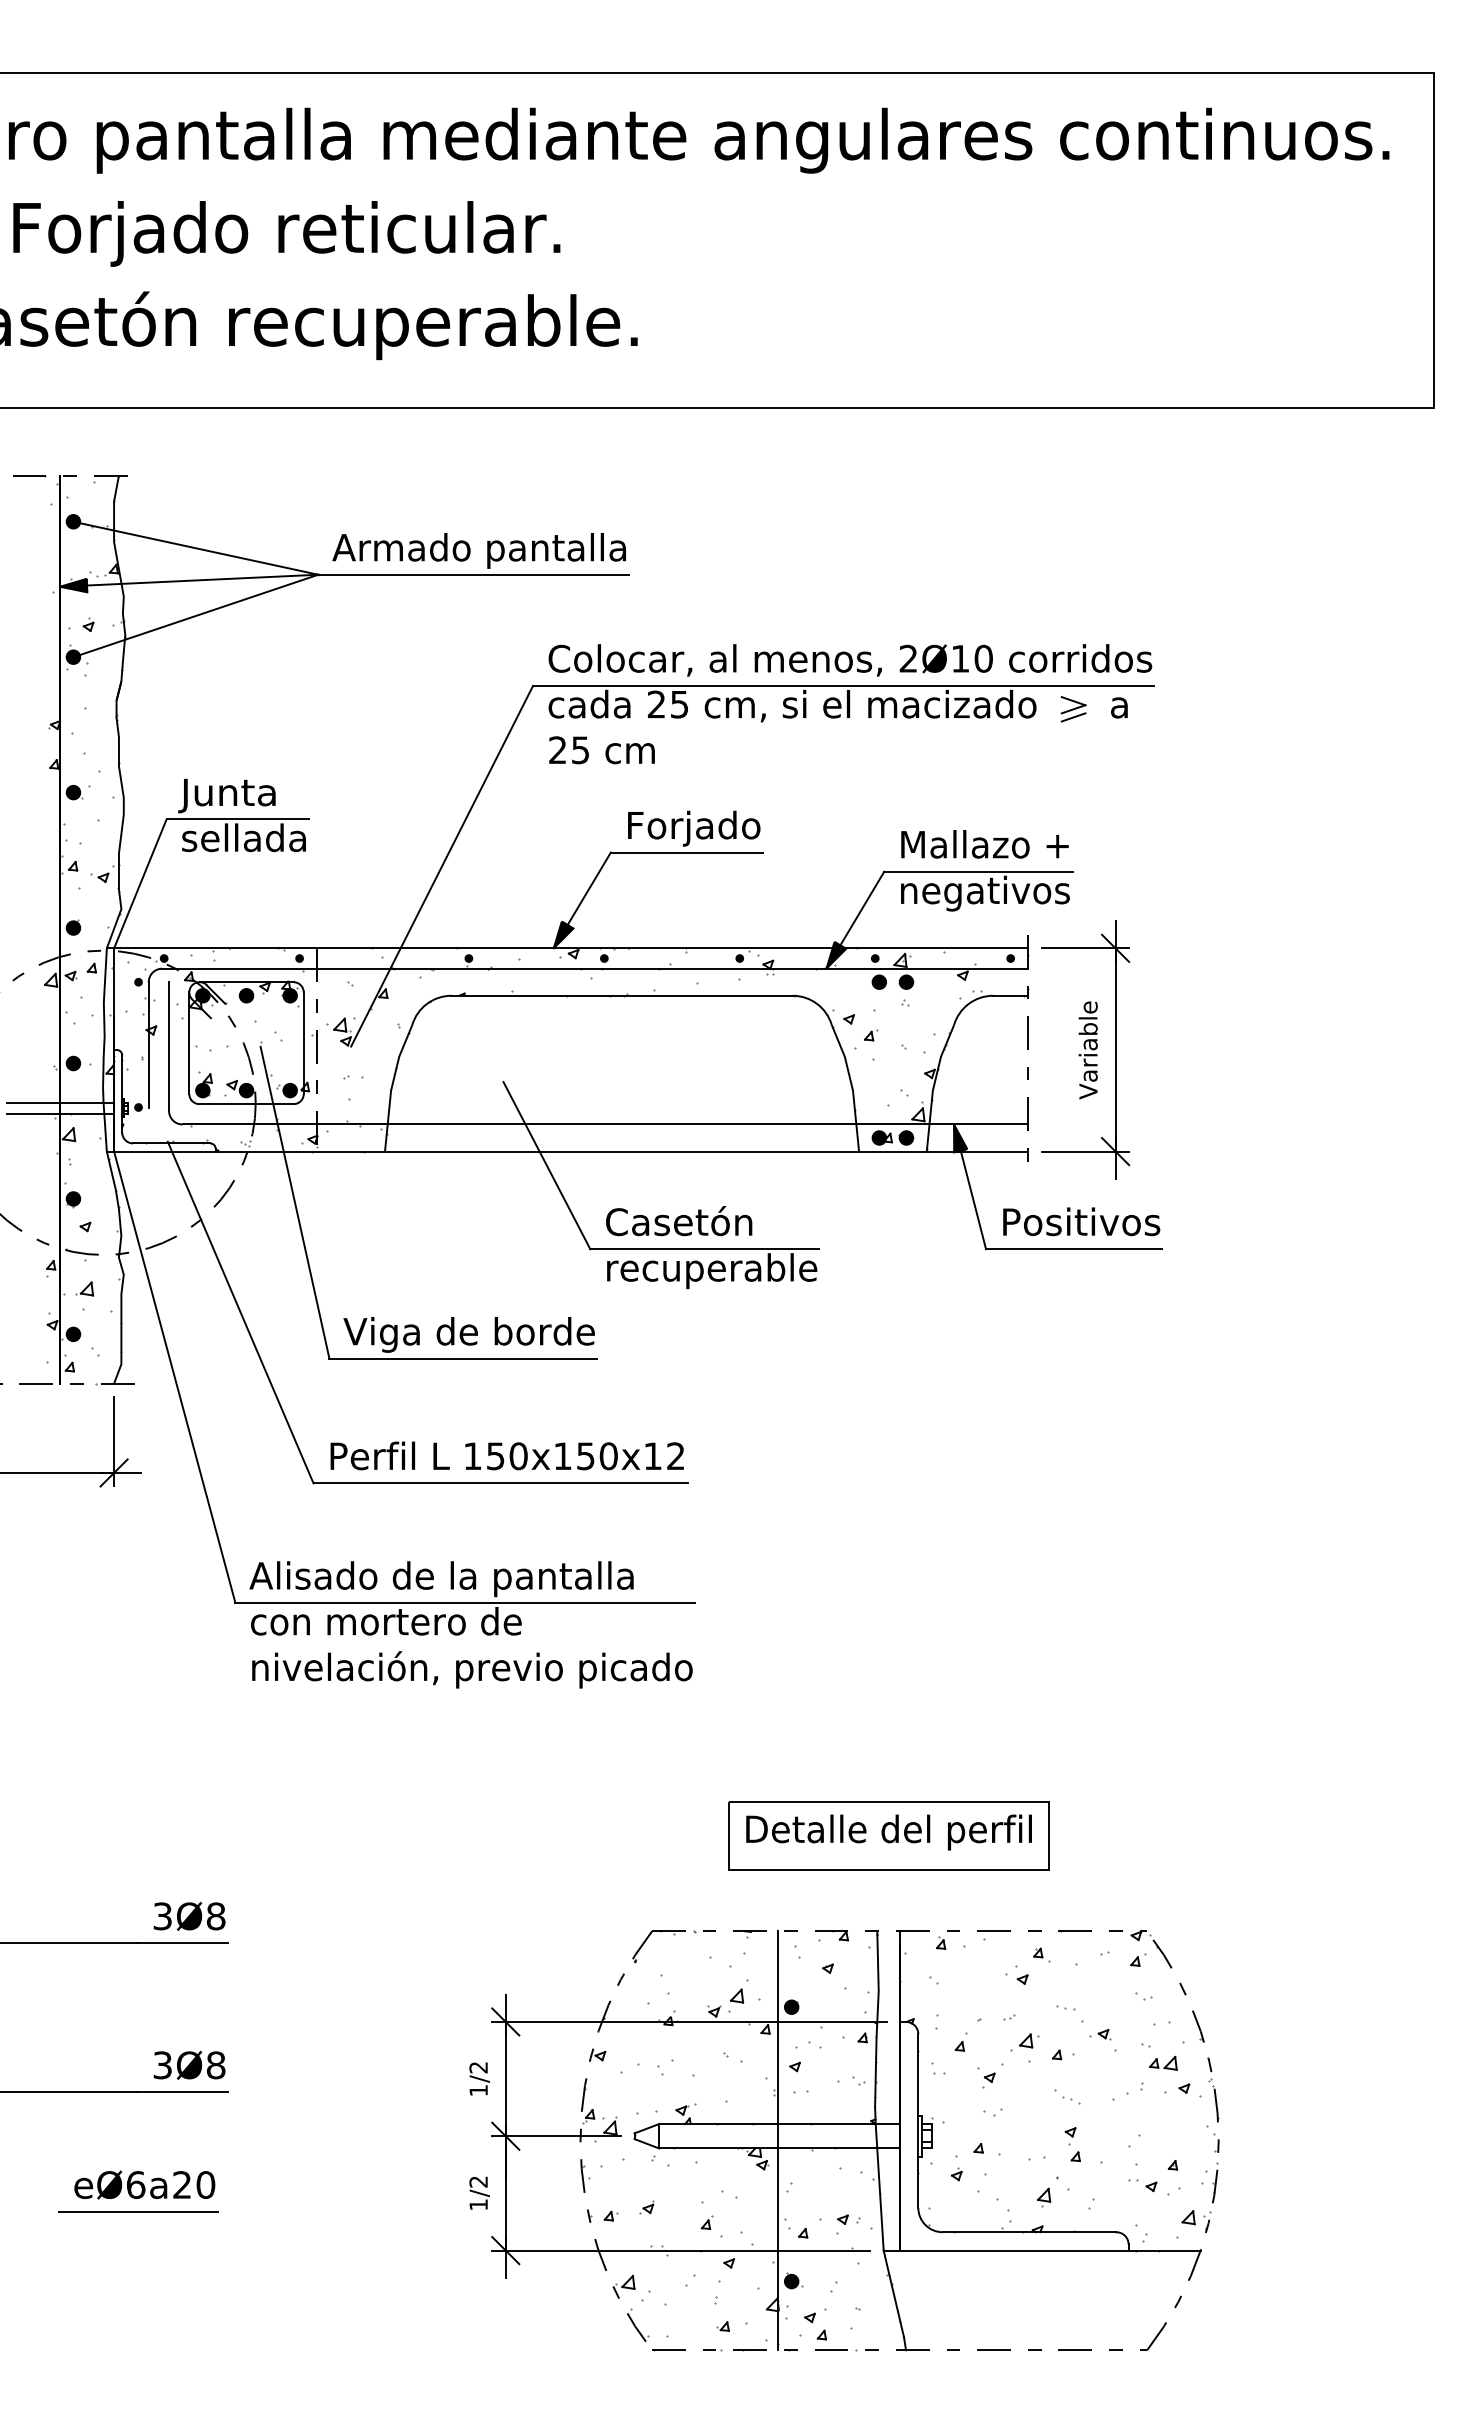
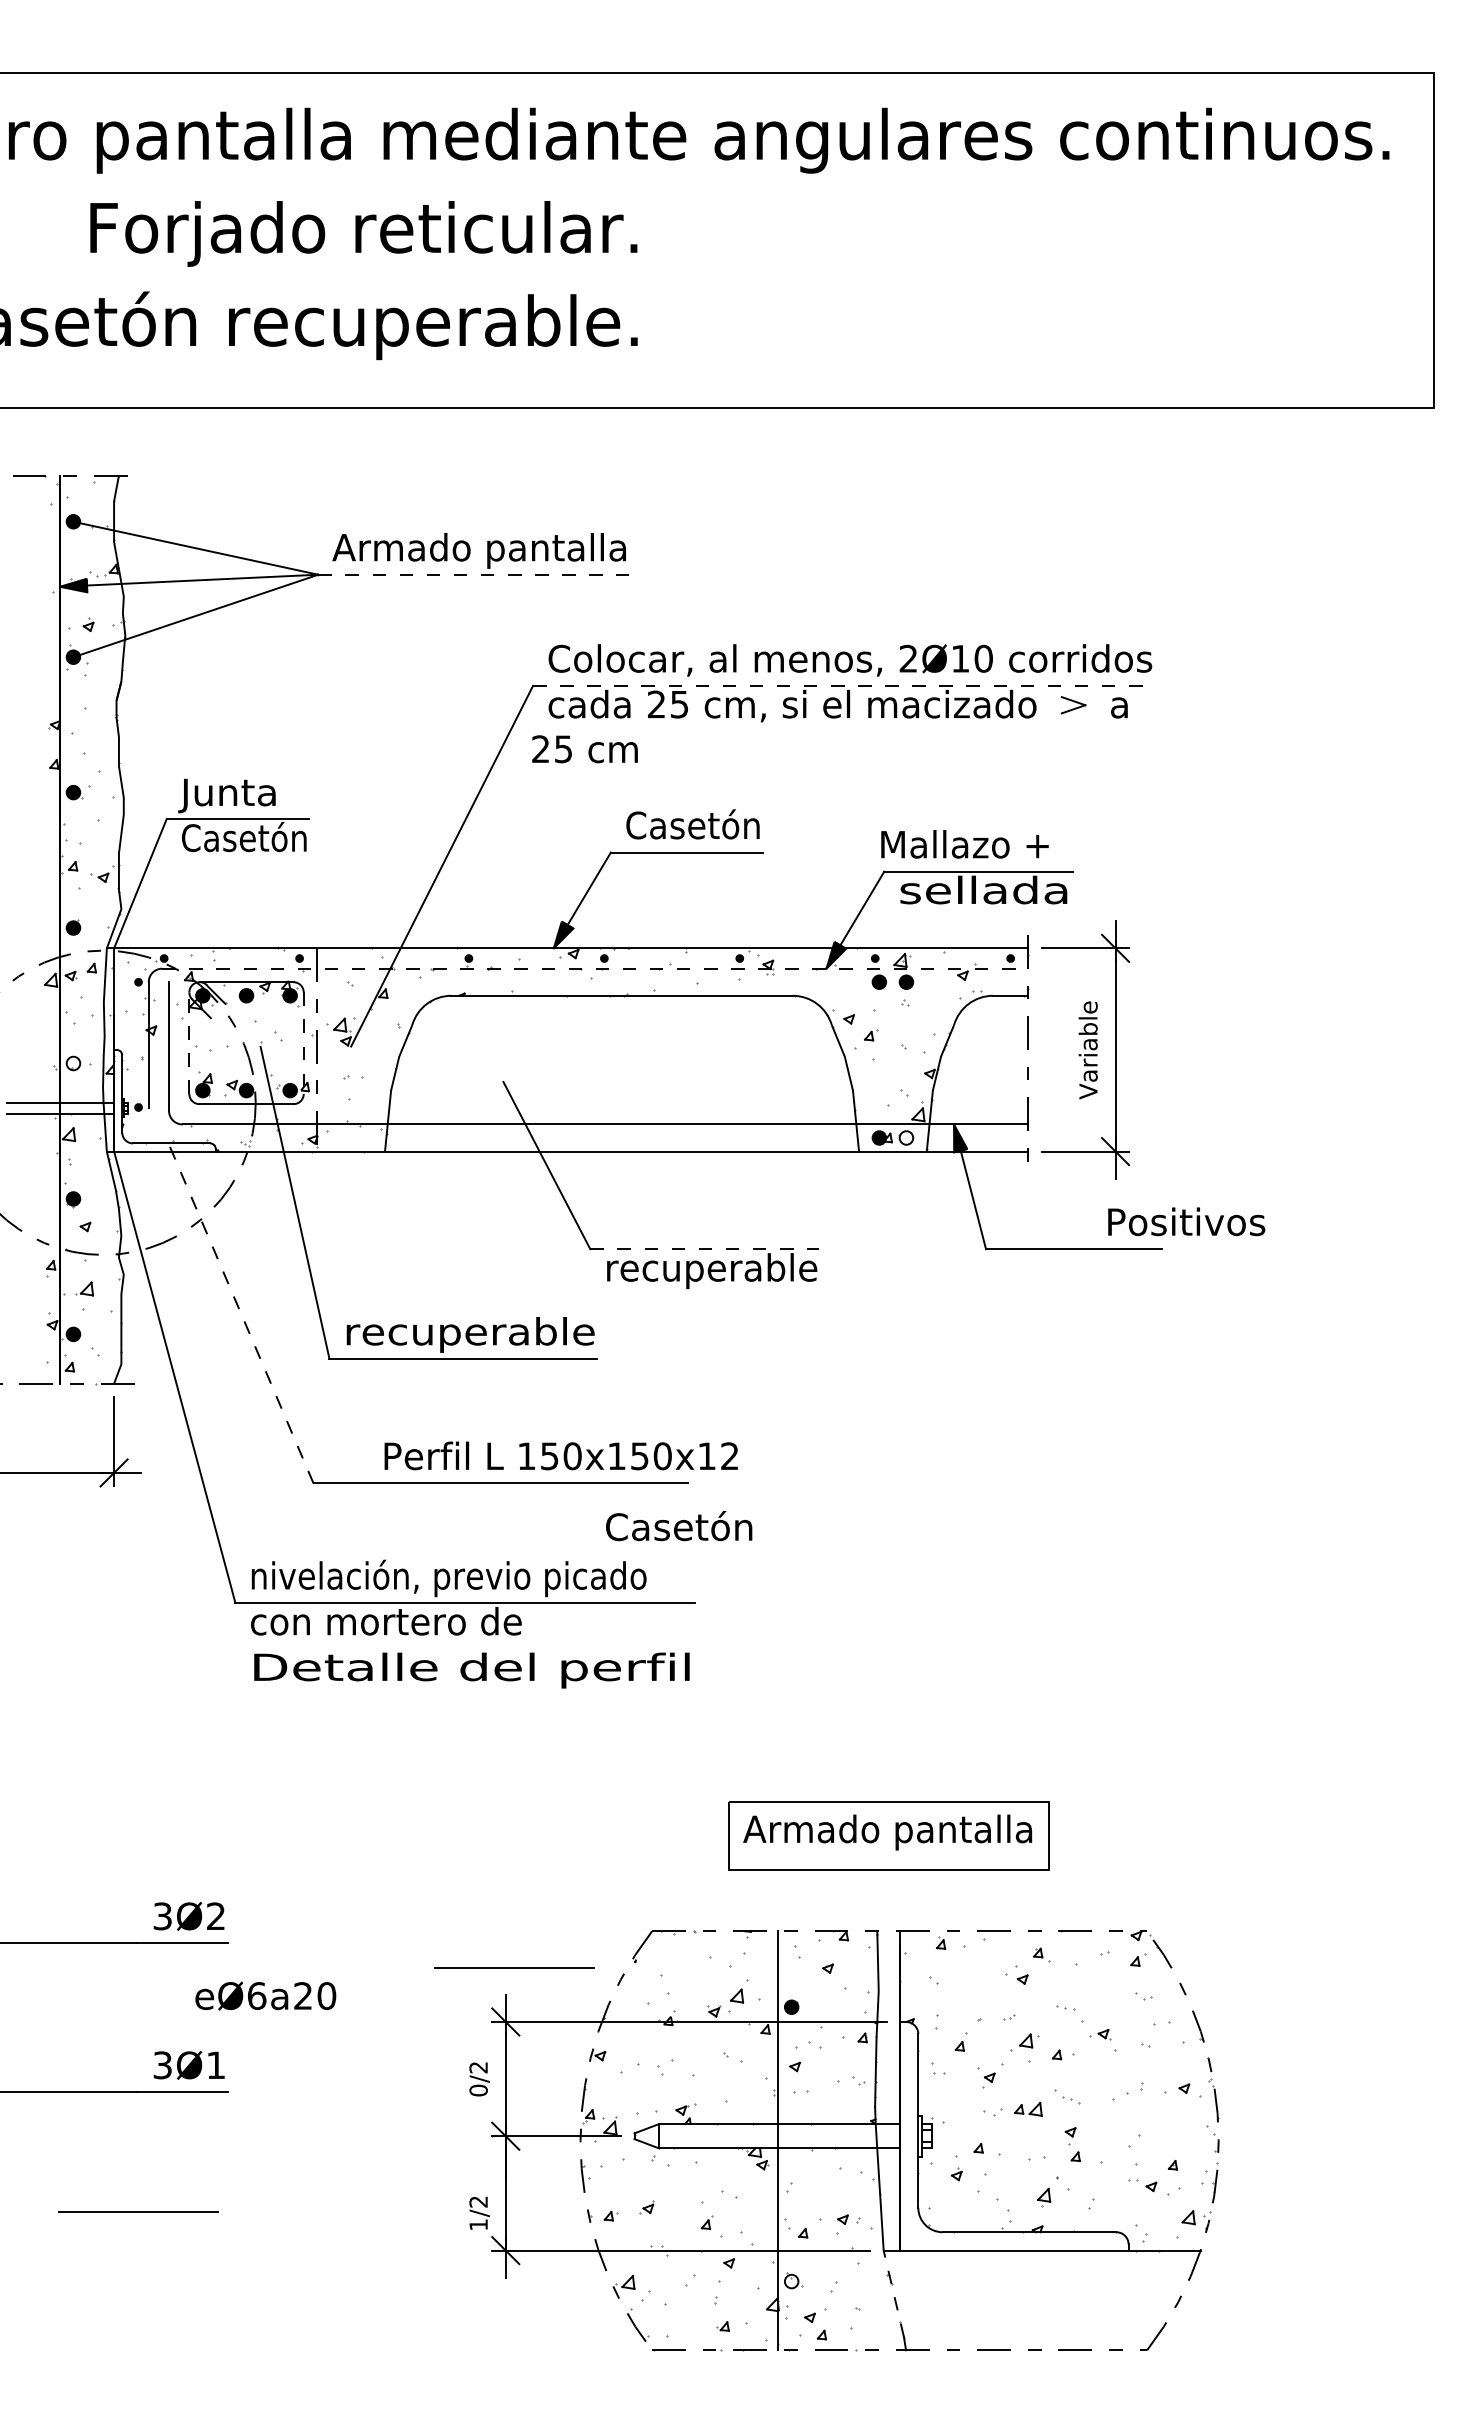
text at (286, 233) position: (286, 233) -> (363, 233)
line at (474, 574): solid -> dashed
line at (843, 685): solid -> dashed
line at (1073, 717): present -> none
text at (601, 750) position: (601, 750) -> (584, 749)
text at (693, 827): Forjado -> Casetón
text at (244, 837): sellada -> Casetón
text at (984, 844) position: (984, 844) -> (964, 844)
text at (984, 893): negativos -> sellada
line at (595, 968): solid -> dashed
line at (189, 1043): solid -> dashed
line at (303, 1043): solid -> dashed
fill at (73, 1063): present -> none
fill at (906, 1137): present -> none
text at (679, 1221) position: (679, 1221) -> (679, 1526)
text at (1081, 1221) position: (1081, 1221) -> (1186, 1221)
line at (705, 1249): solid -> dashed
line at (240, 1312): solid -> dashed
text at (468, 1334): Viga de borde -> recuperable
text at (506, 1455) position: (506, 1455) -> (560, 1455)
text at (447, 1578): Alisado de la pantalla -> nivelación, previo picado
text at (472, 1669): nivelación, previo picado -> Detalle del perfil
text at (887, 1832): Detalle del perfil -> Armado pantalla
text at (215, 1916): 3Ø8 -> 3Ø2
line at (514, 1967): none -> present
part at (1163, 2062) position: (1163, 2062) -> (1028, 2108)
text at (215, 2065): 3Ø8 -> 3Ø1
text at (478, 2090): 1/2 -> 0/2
text at (144, 2184) position: (144, 2184) -> (265, 1995)
text at (479, 2192) position: (479, 2192) -> (479, 2212)
fill at (791, 2281): present -> none
line at (893, 2293): solid -> dashed
